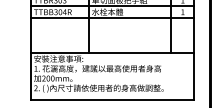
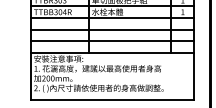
line at (111, 29): none -> present
line at (111, 41): none -> present
